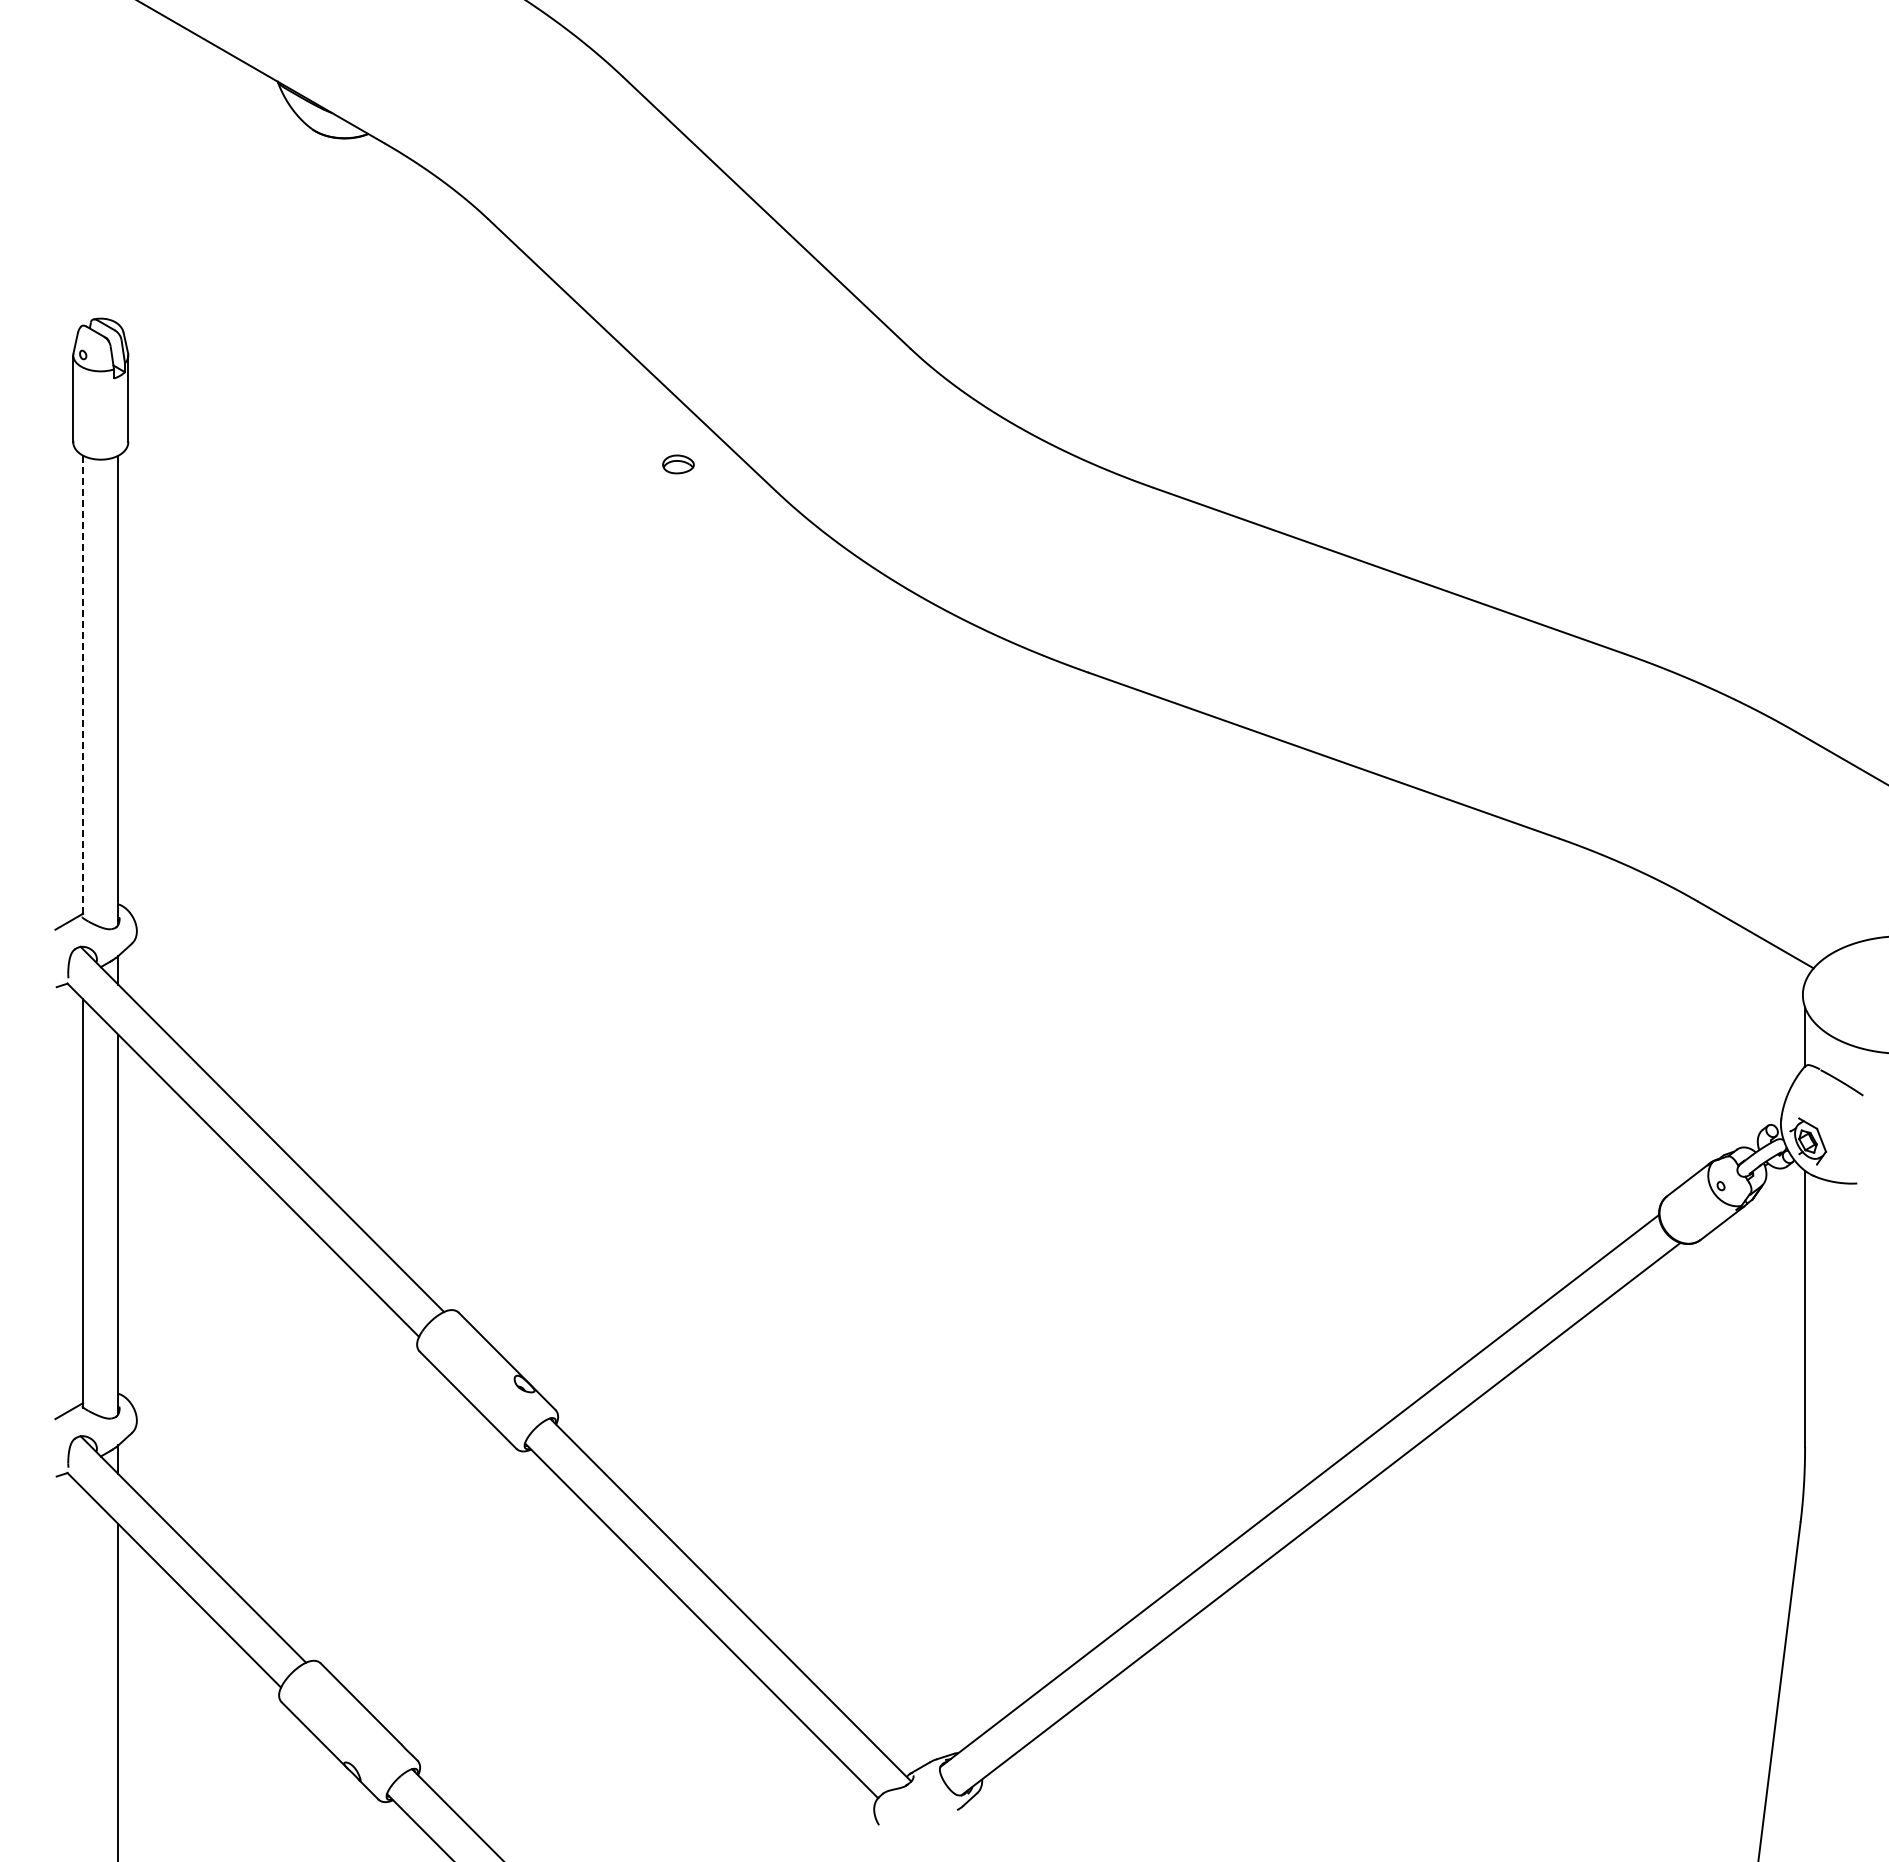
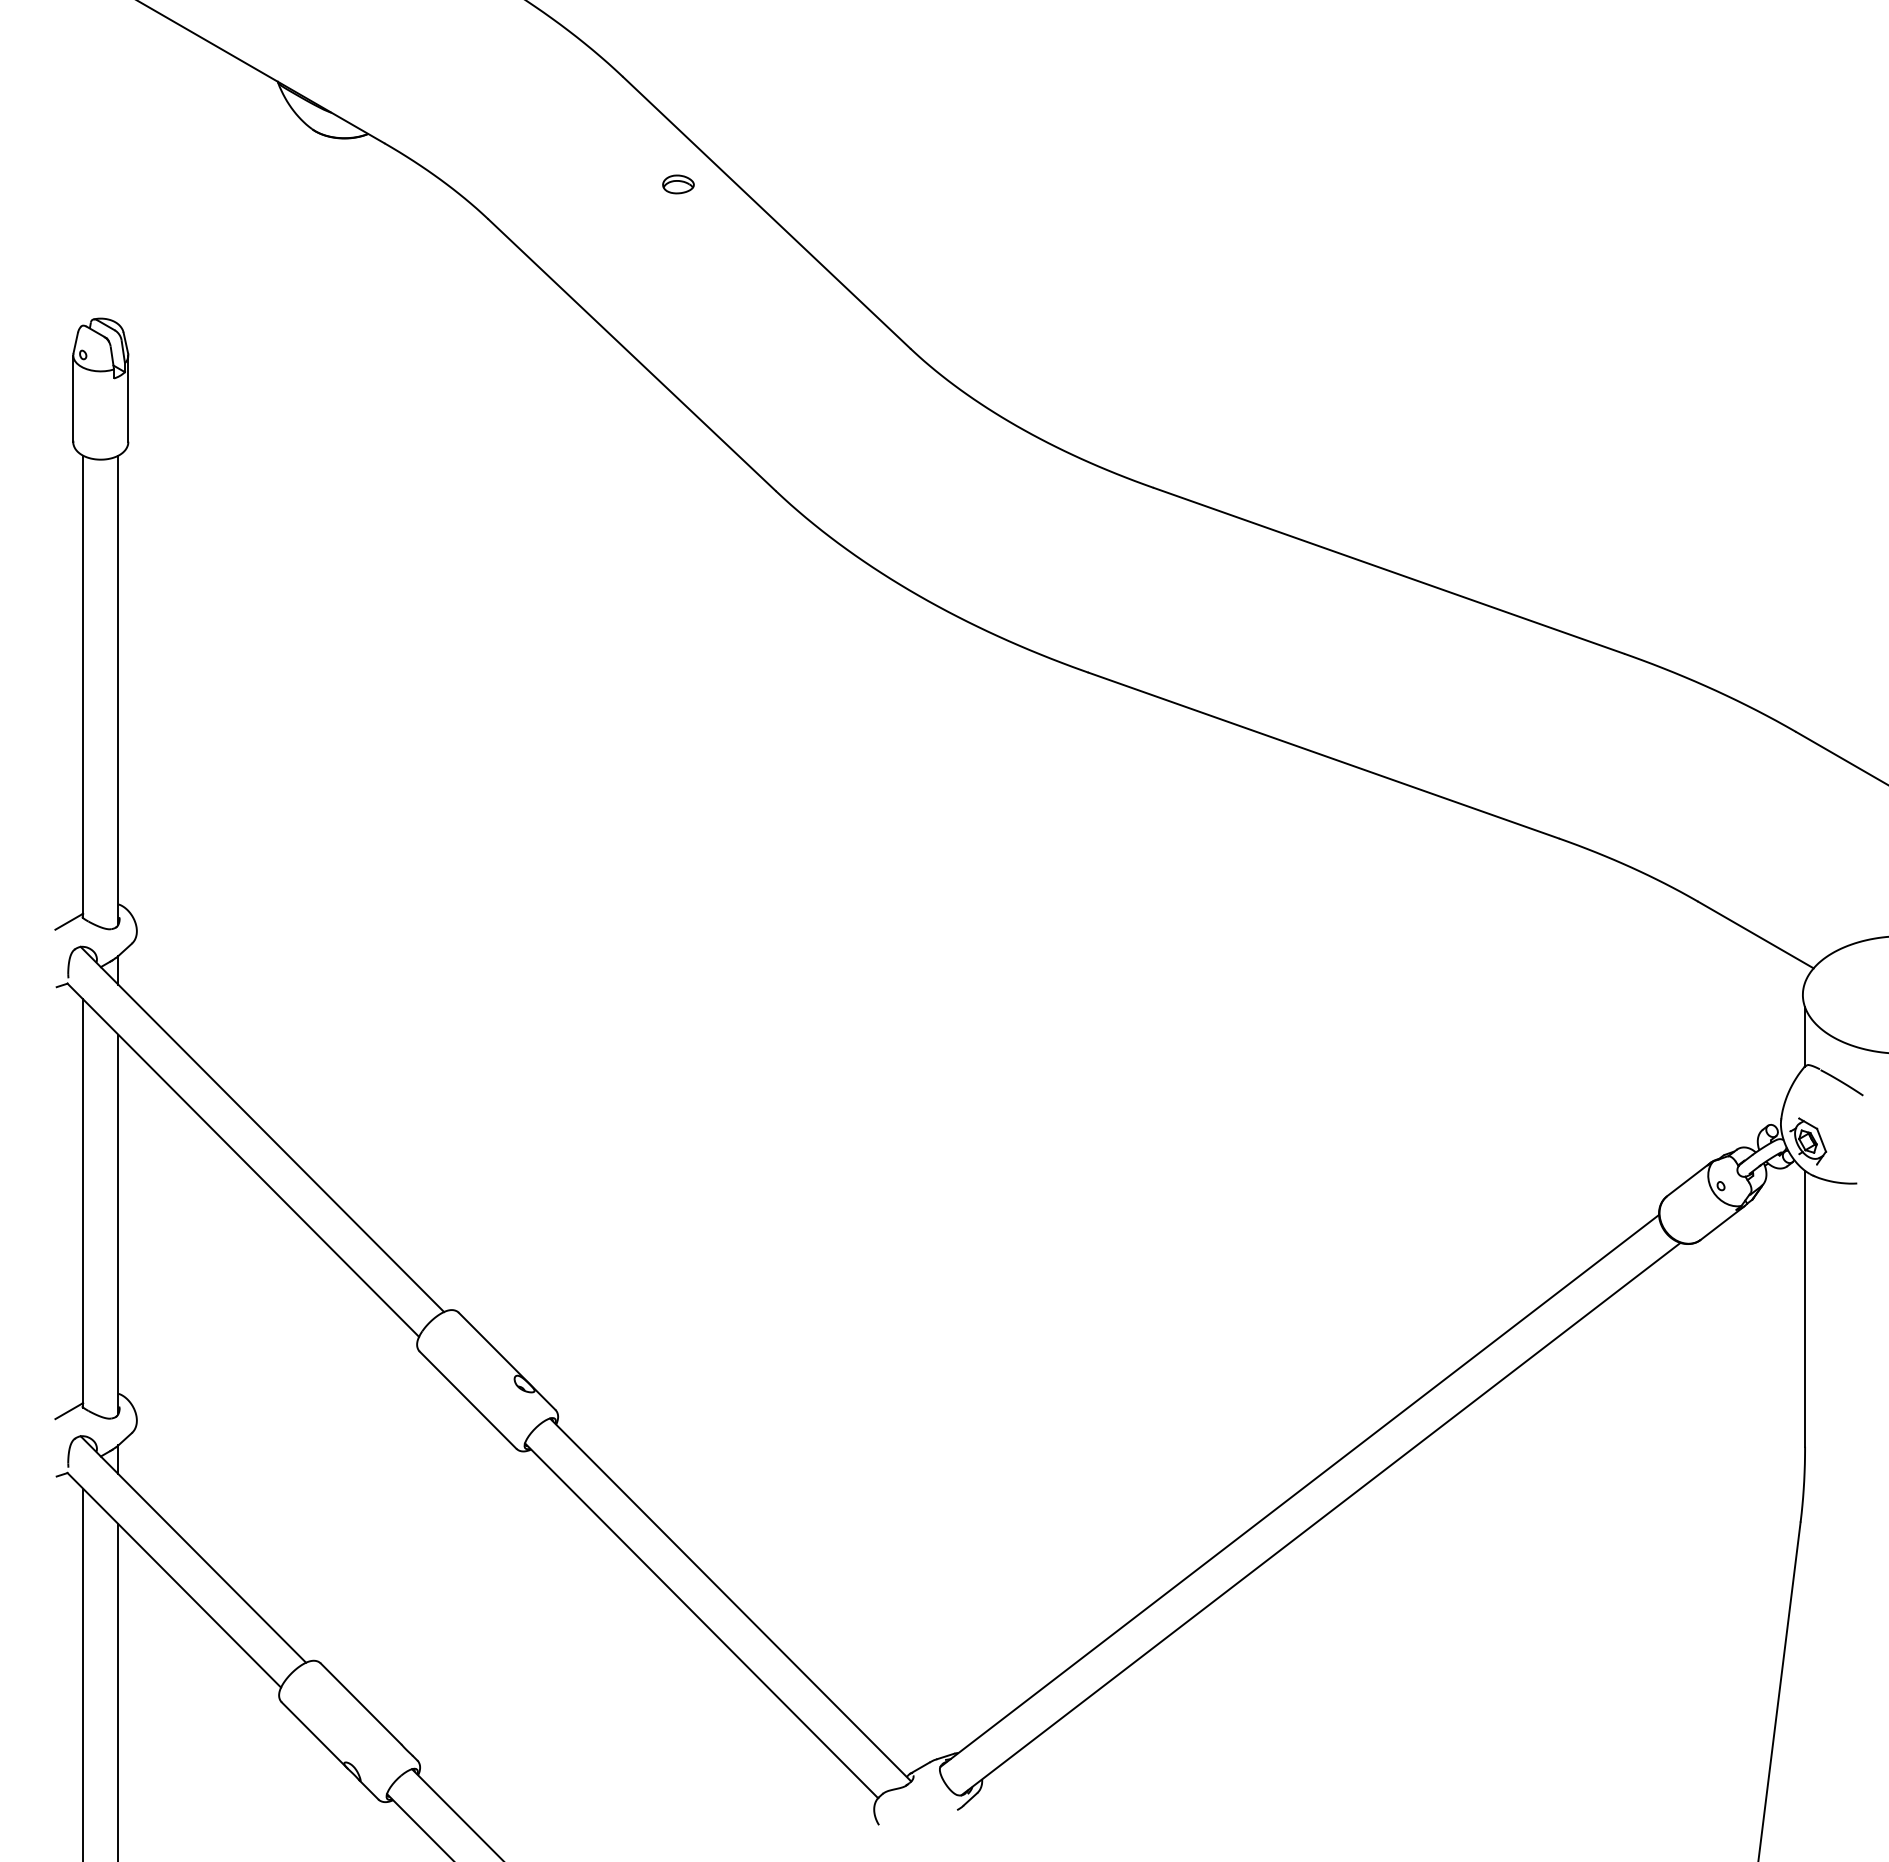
part at (678, 464) position: (678, 464) -> (678, 184)
line at (83, 687): dashed -> solid
line at (83, 1673): none -> present
